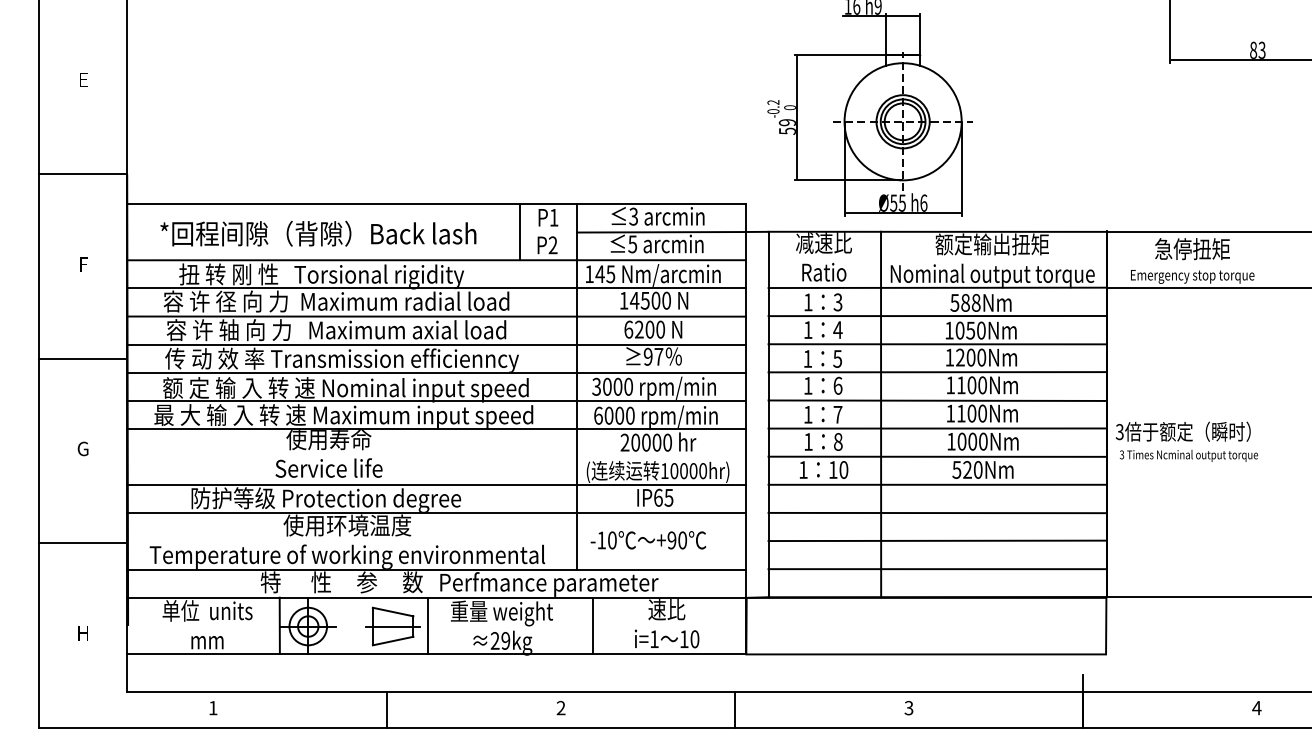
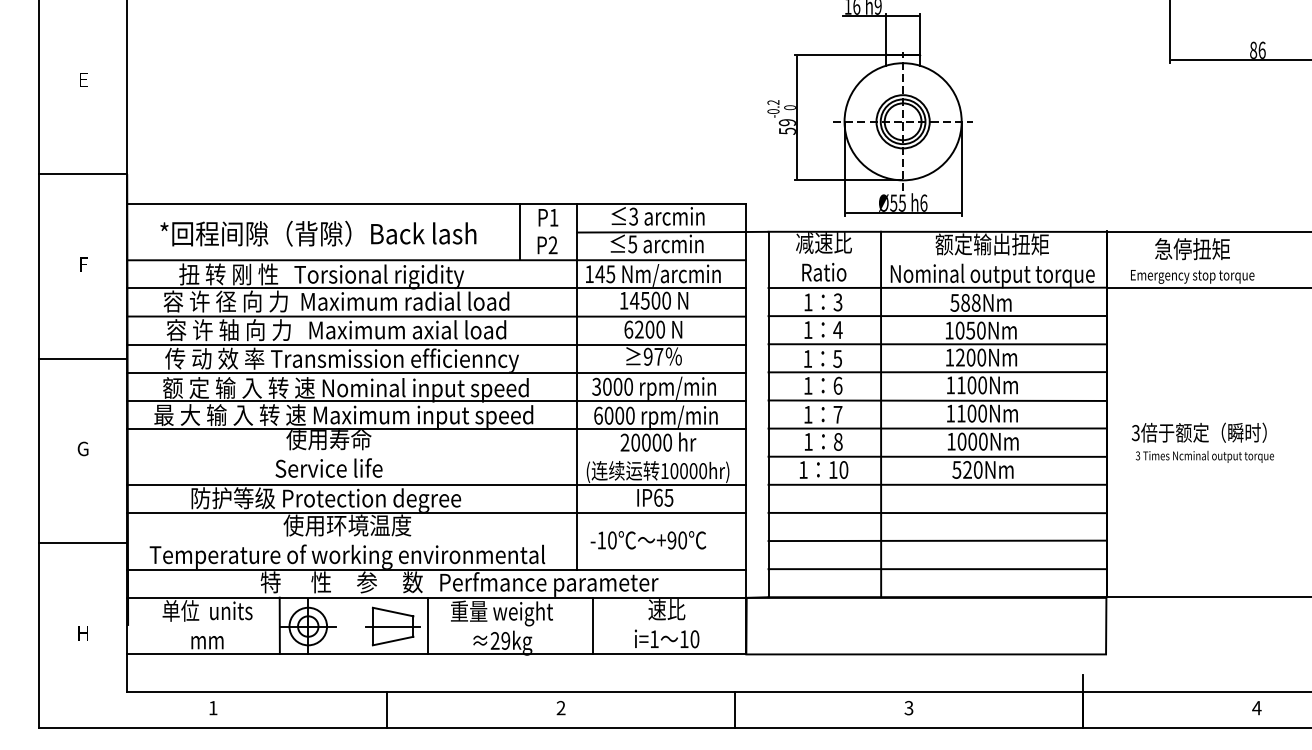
text at (1261, 49): 83 -> 86
text at (1186, 441) position: (1186, 441) -> (1202, 442)
